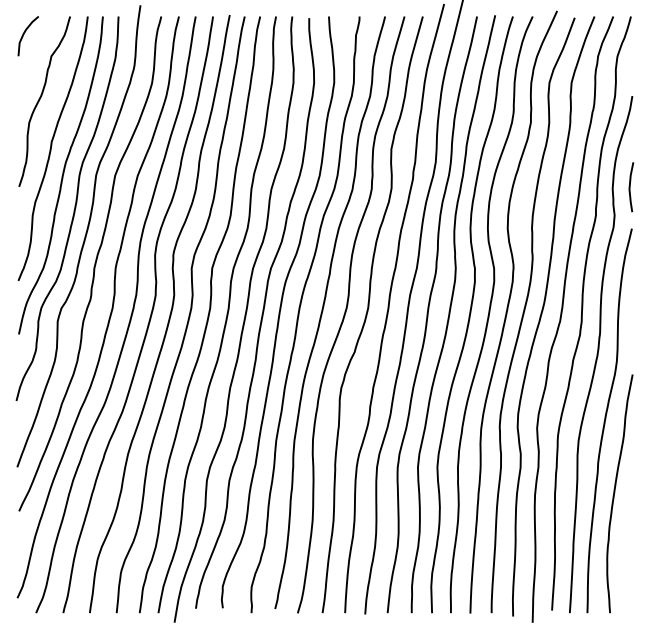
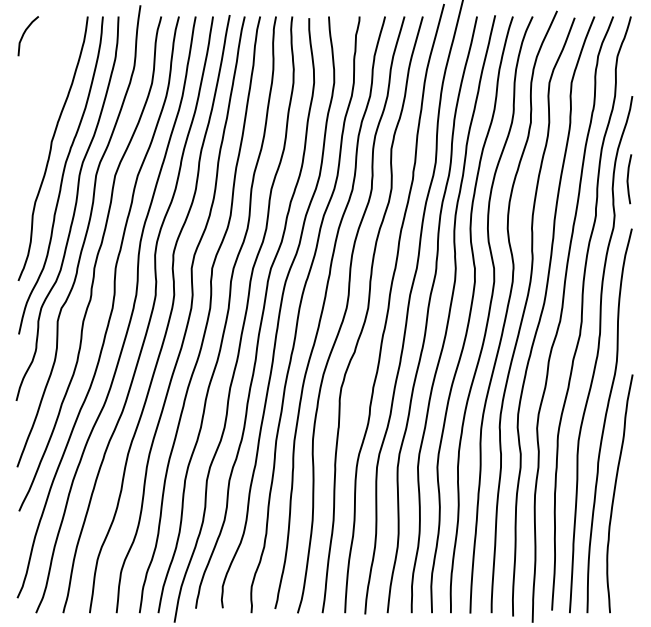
curve at (40, 99): present -> none
curve at (630, 187) position: (630, 187) -> (628, 179)
